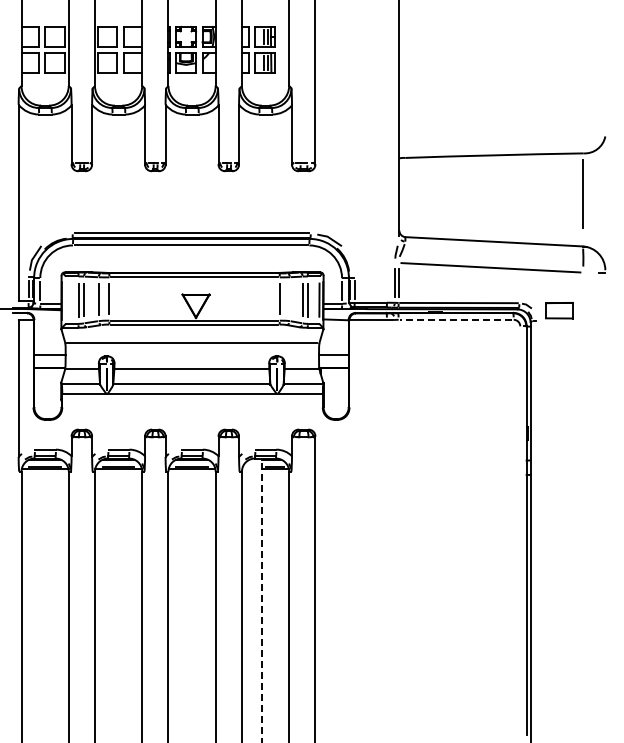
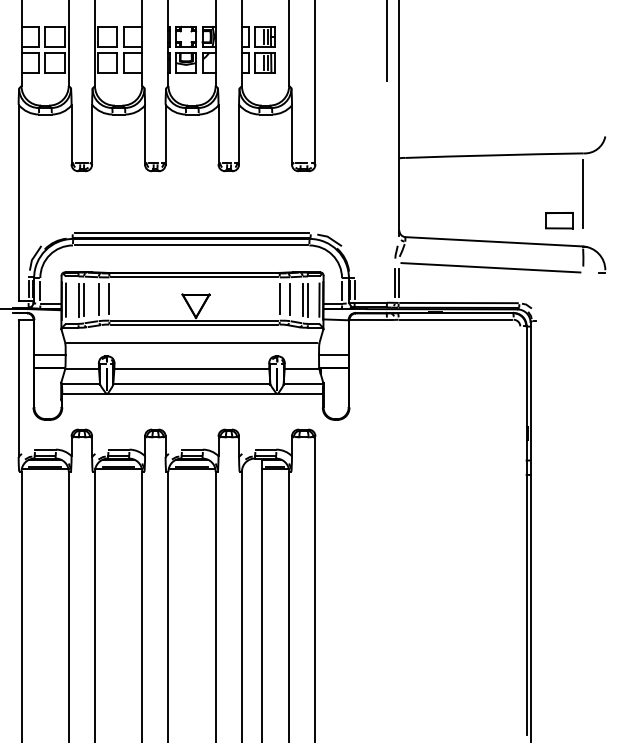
line at (386, 41): none -> present
line at (289, 298): none -> present
line at (65, 299): none -> present
part at (559, 310) position: (559, 310) -> (559, 220)
line at (455, 319): dashed -> solid
line at (261, 600): dashed -> solid
